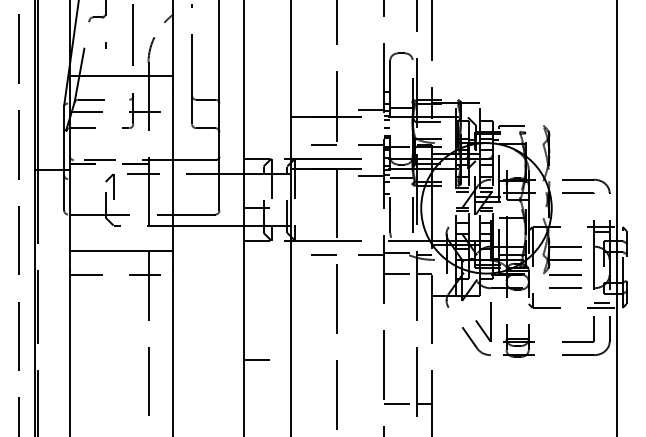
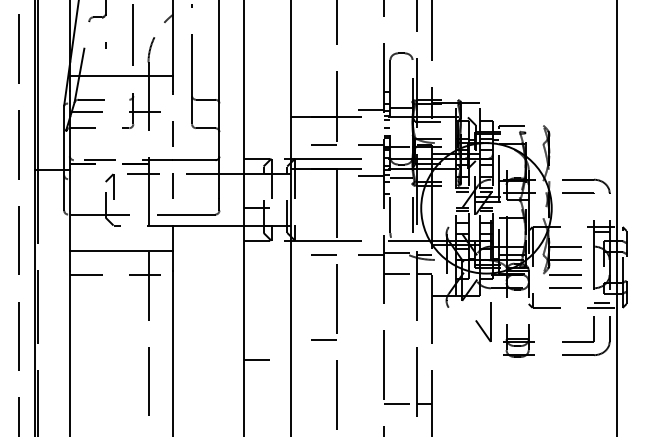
line at (173, 170): solid -> dashed
line at (323, 339): none -> present
part at (476, 341): present -> none
